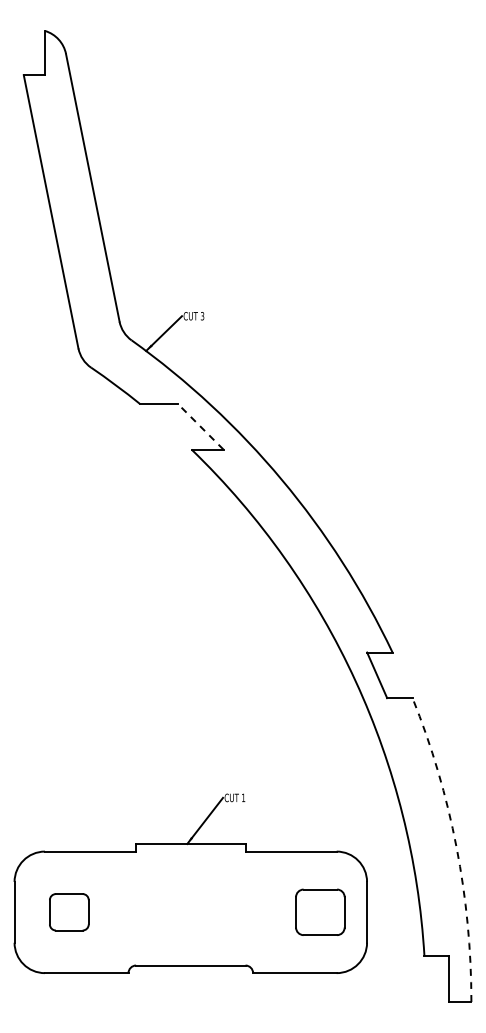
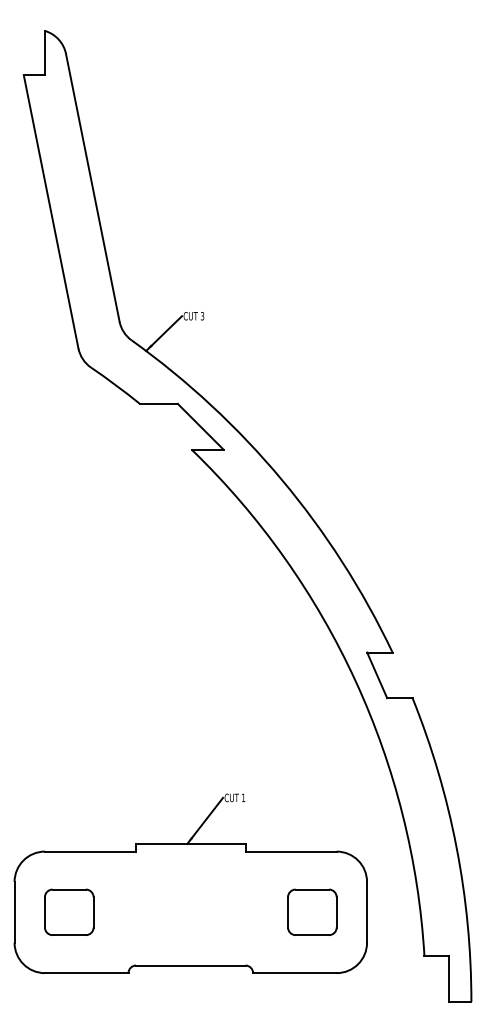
line at (200, 426): dashed -> solid
arc at (456, 847): dashed -> solid
part at (320, 911) position: (320, 911) -> (312, 911)
part at (69, 912) size: 41x39 px -> 51x48 px
